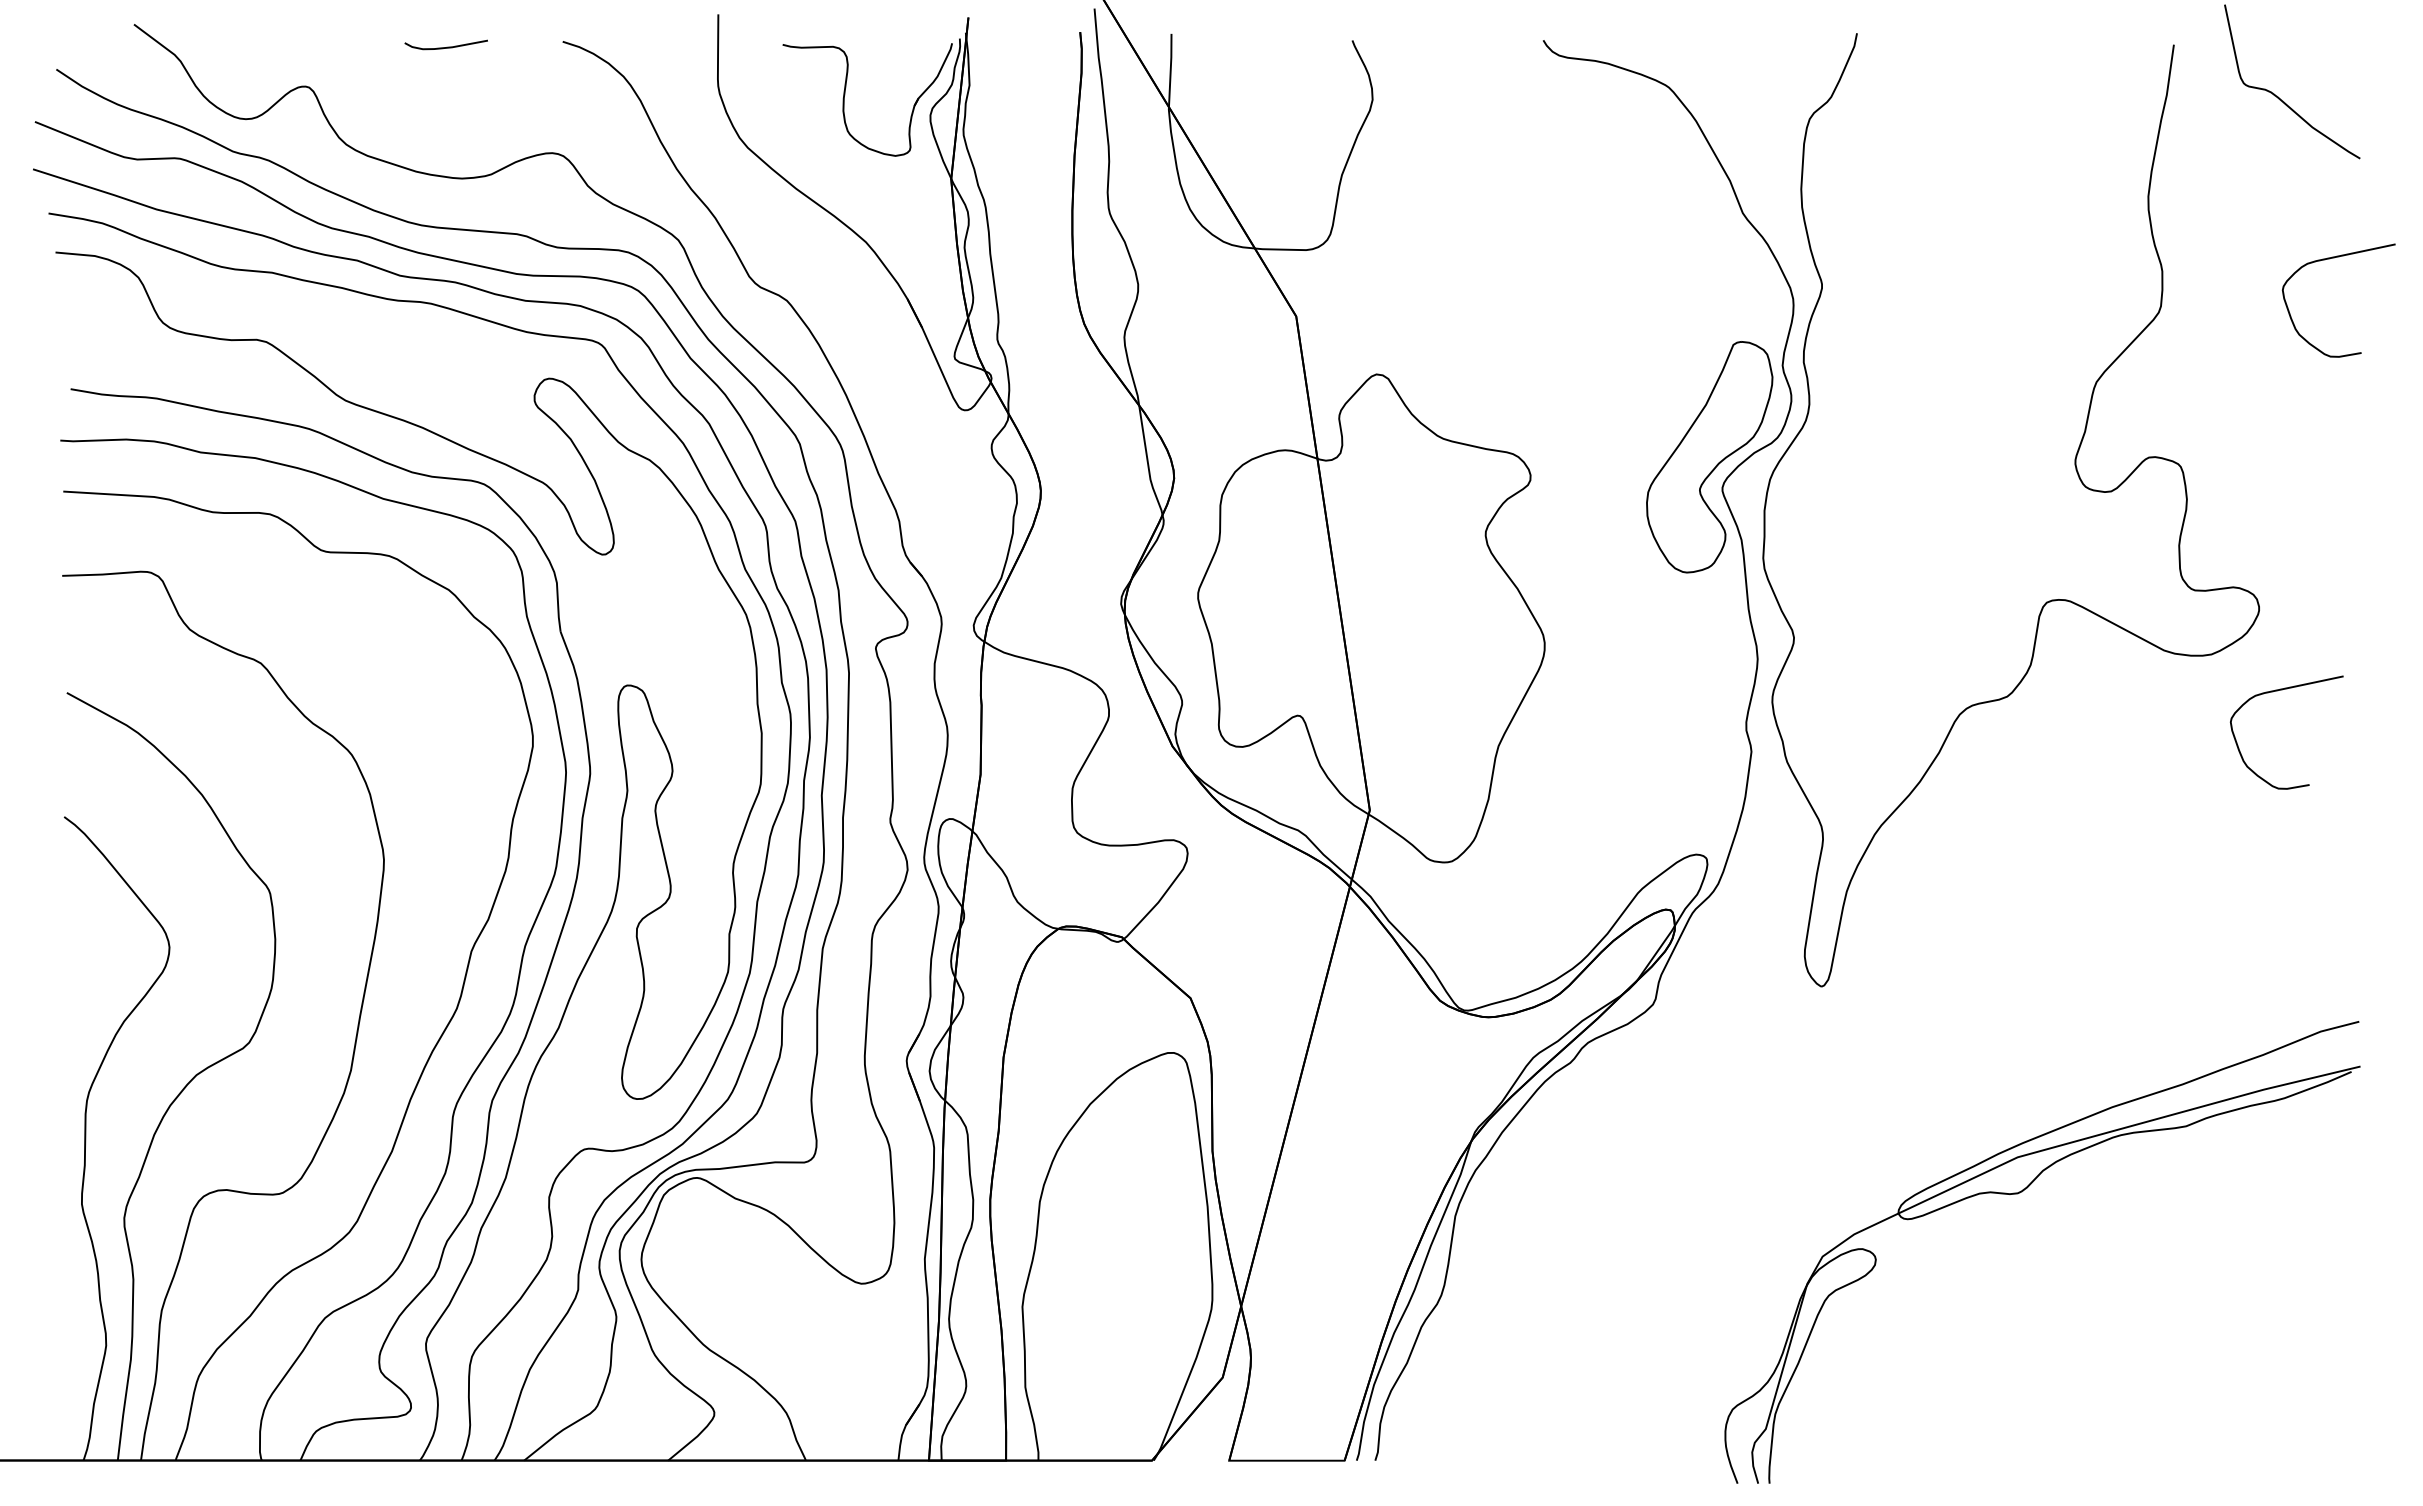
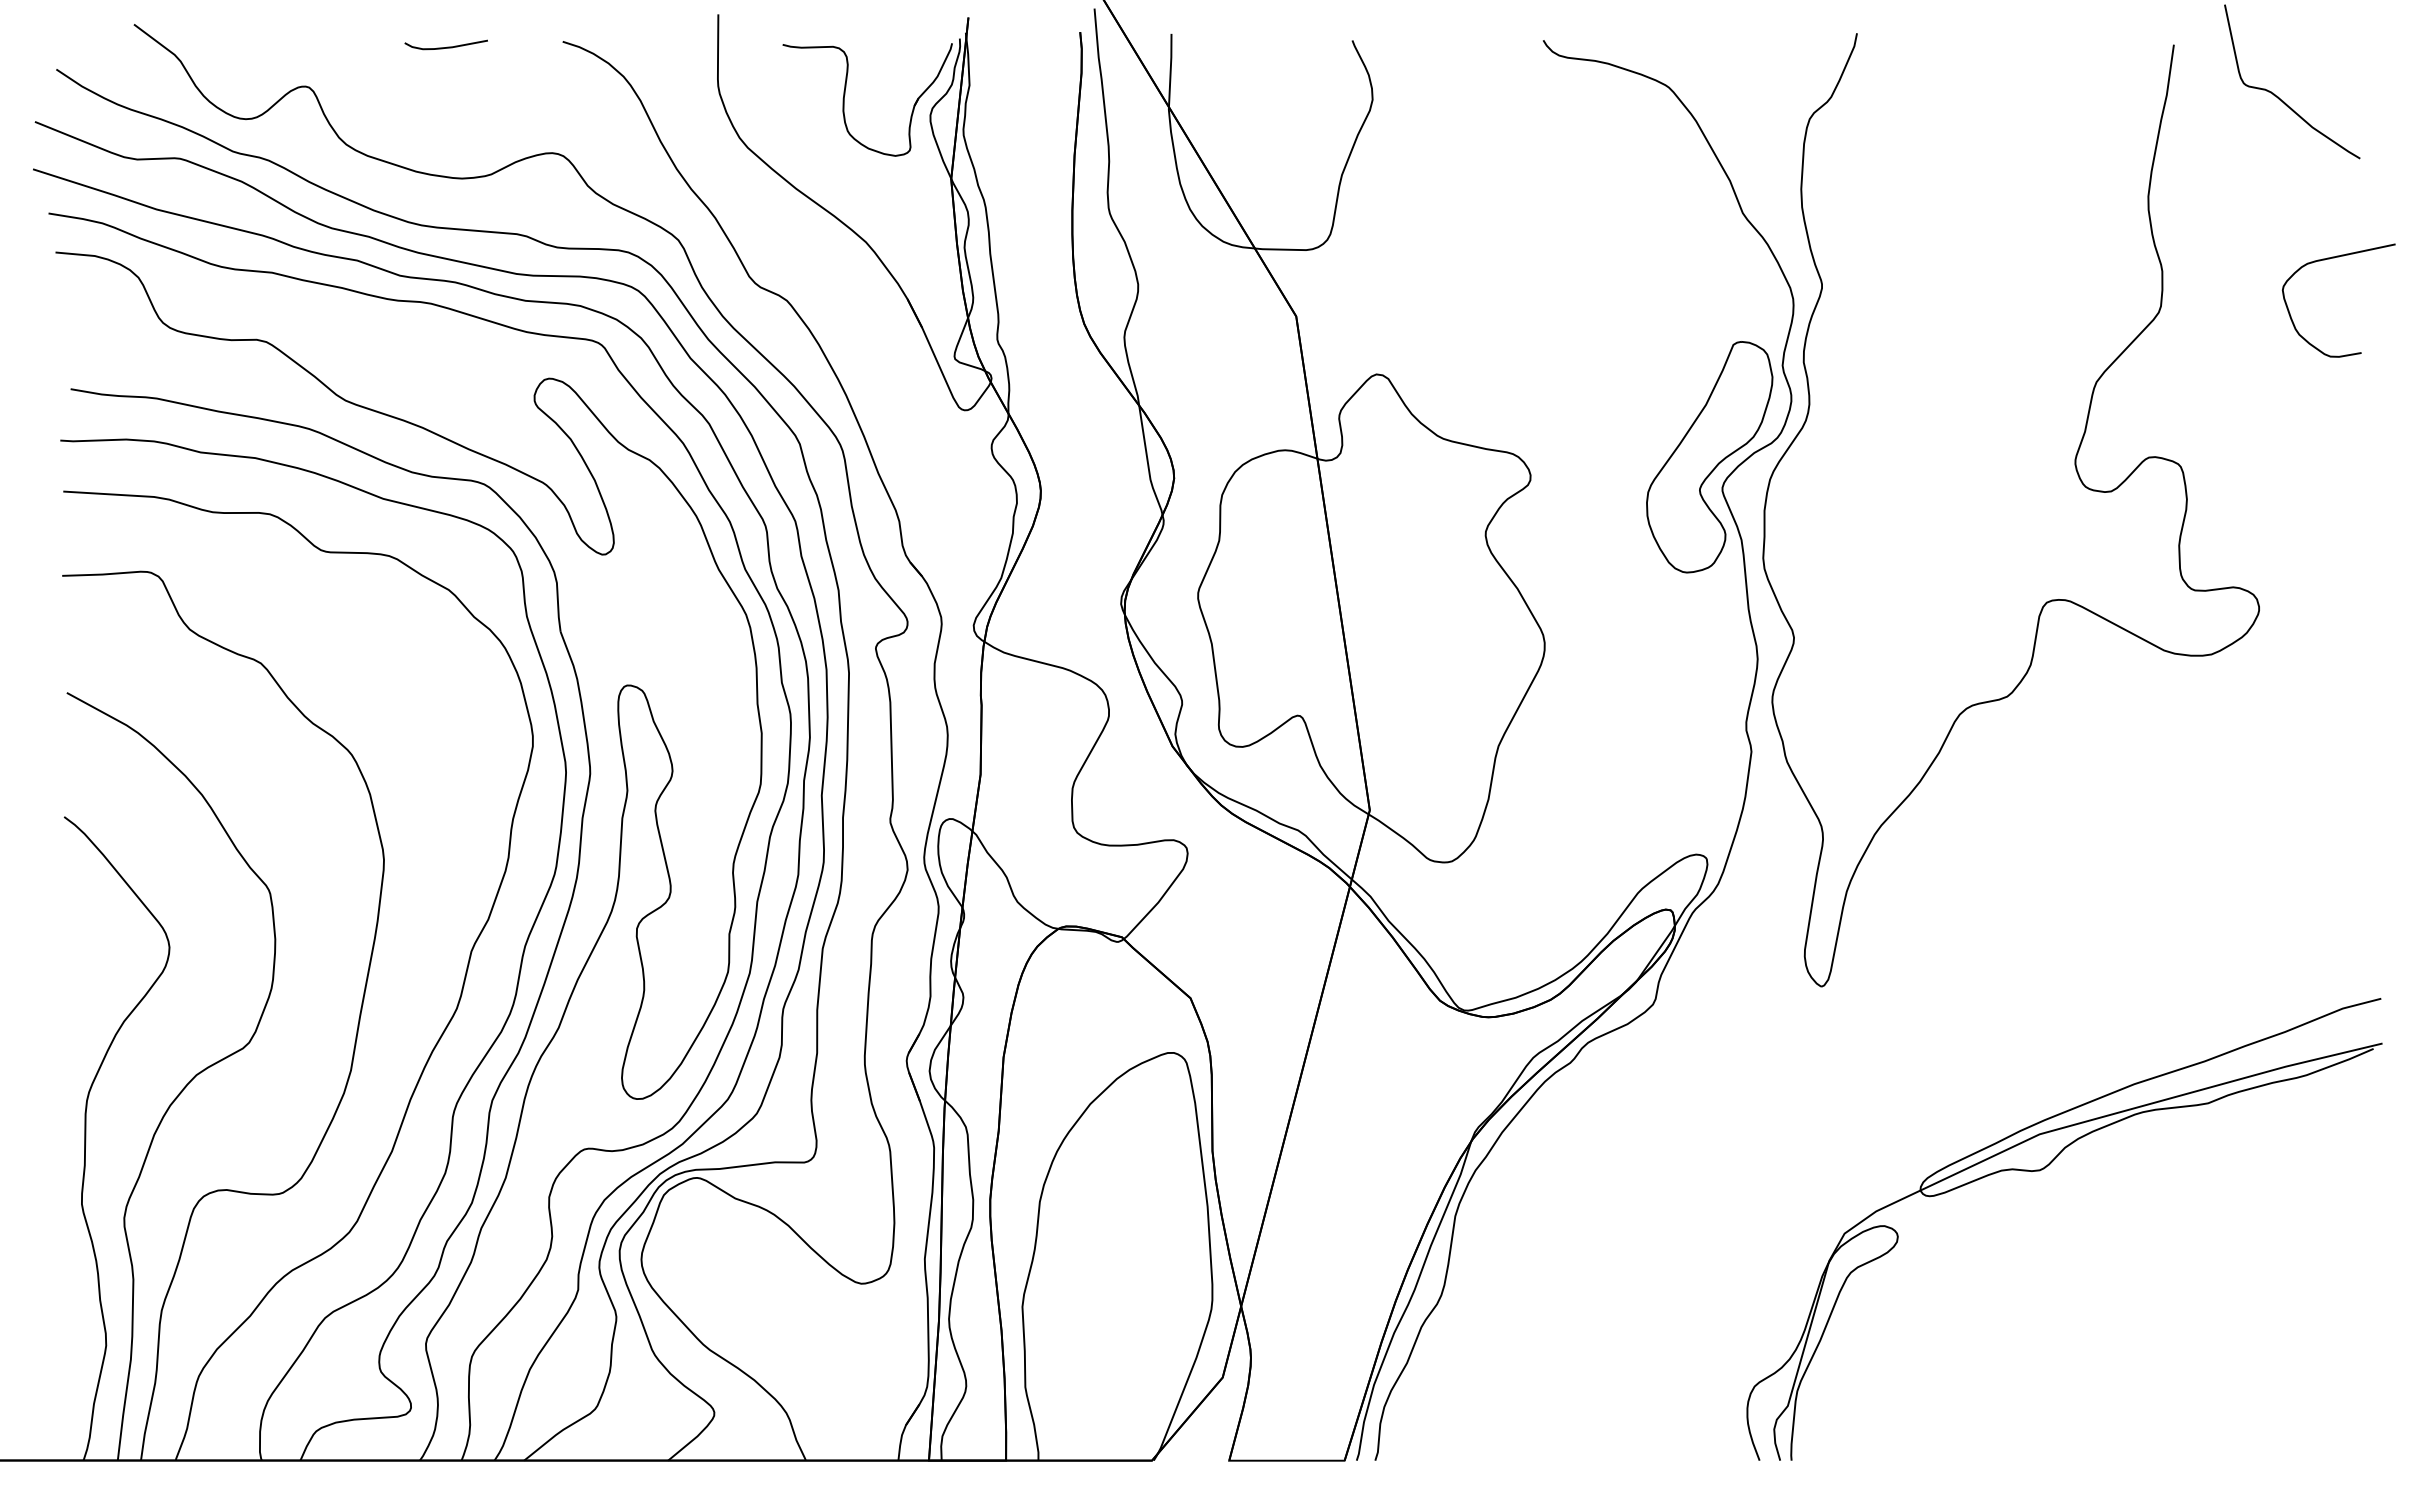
curve at (2277, 691): present -> none
part at (2017, 1194) position: (2017, 1194) -> (2039, 1171)
